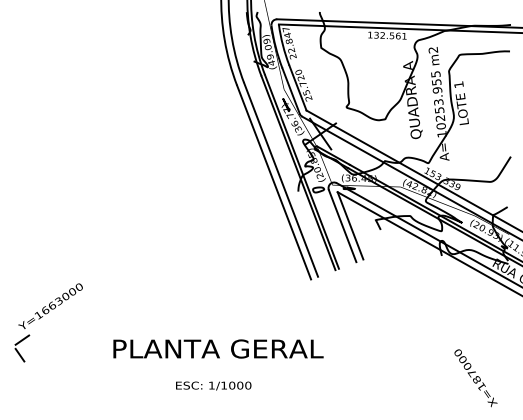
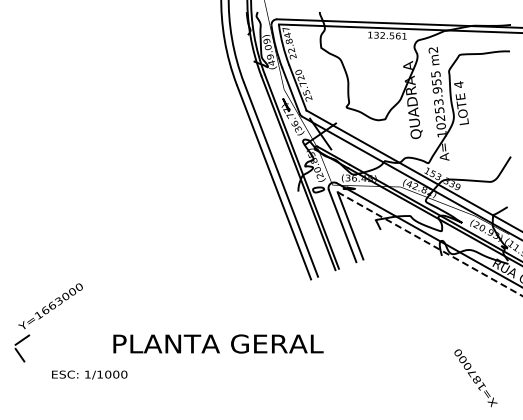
text at (458, 84): 1 -> 4
line at (430, 244): solid -> dashed
text at (218, 348) position: (218, 348) -> (218, 343)
text at (213, 385) position: (213, 385) -> (89, 374)
